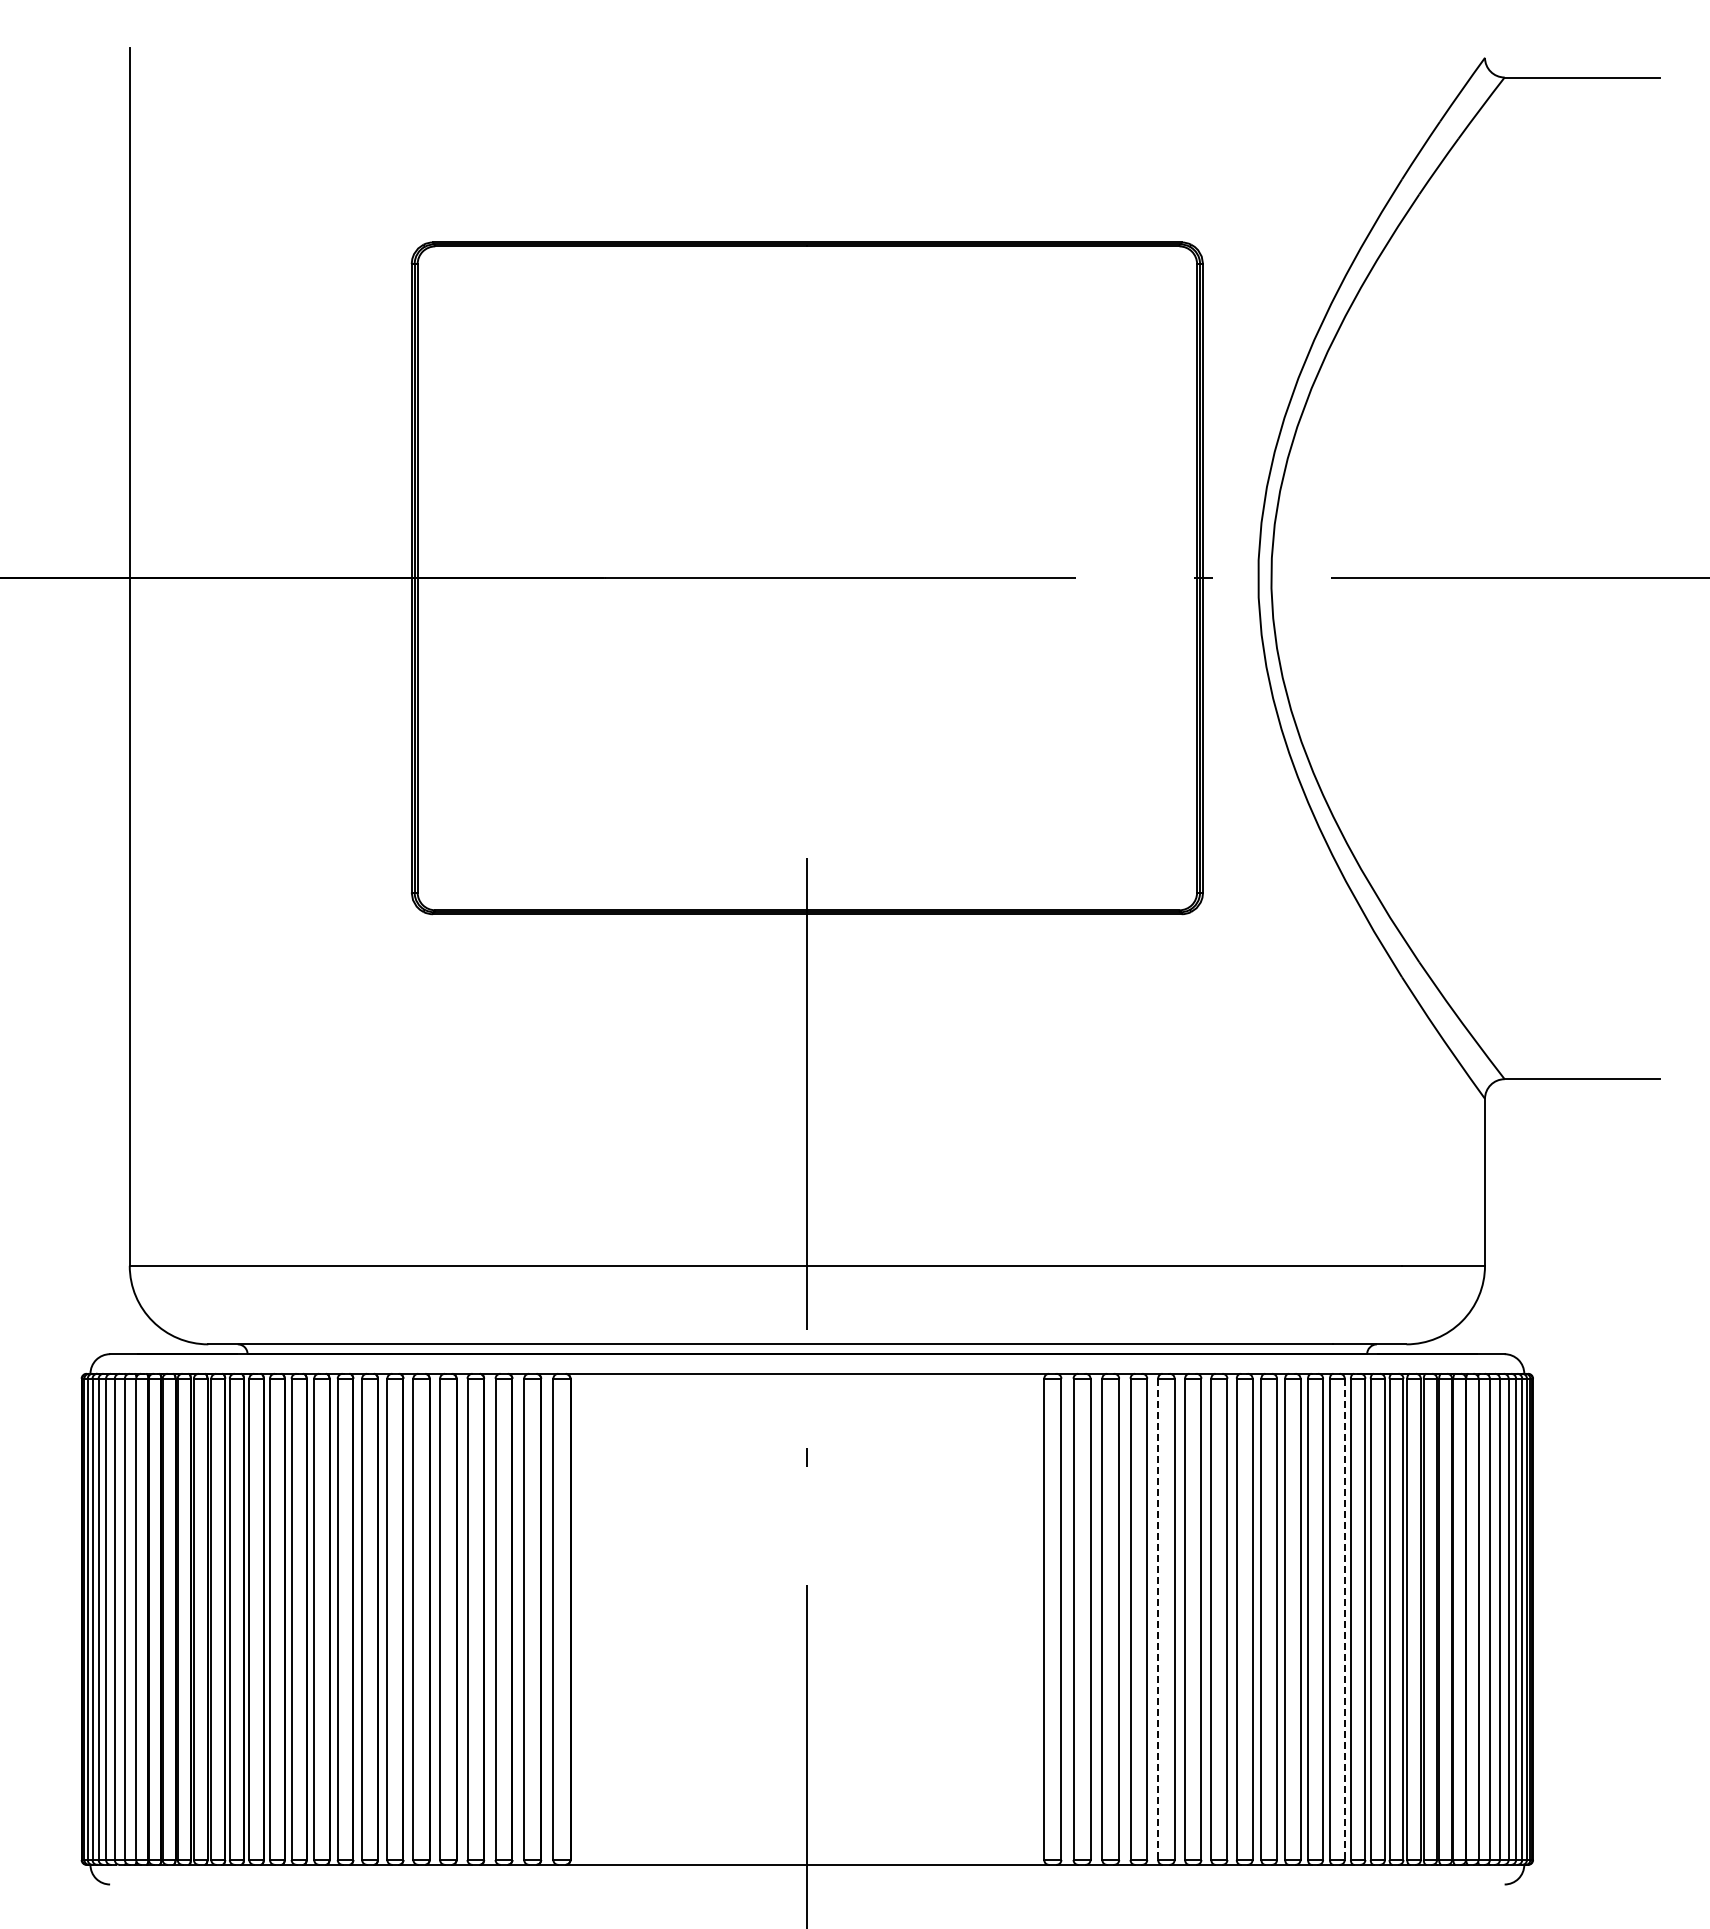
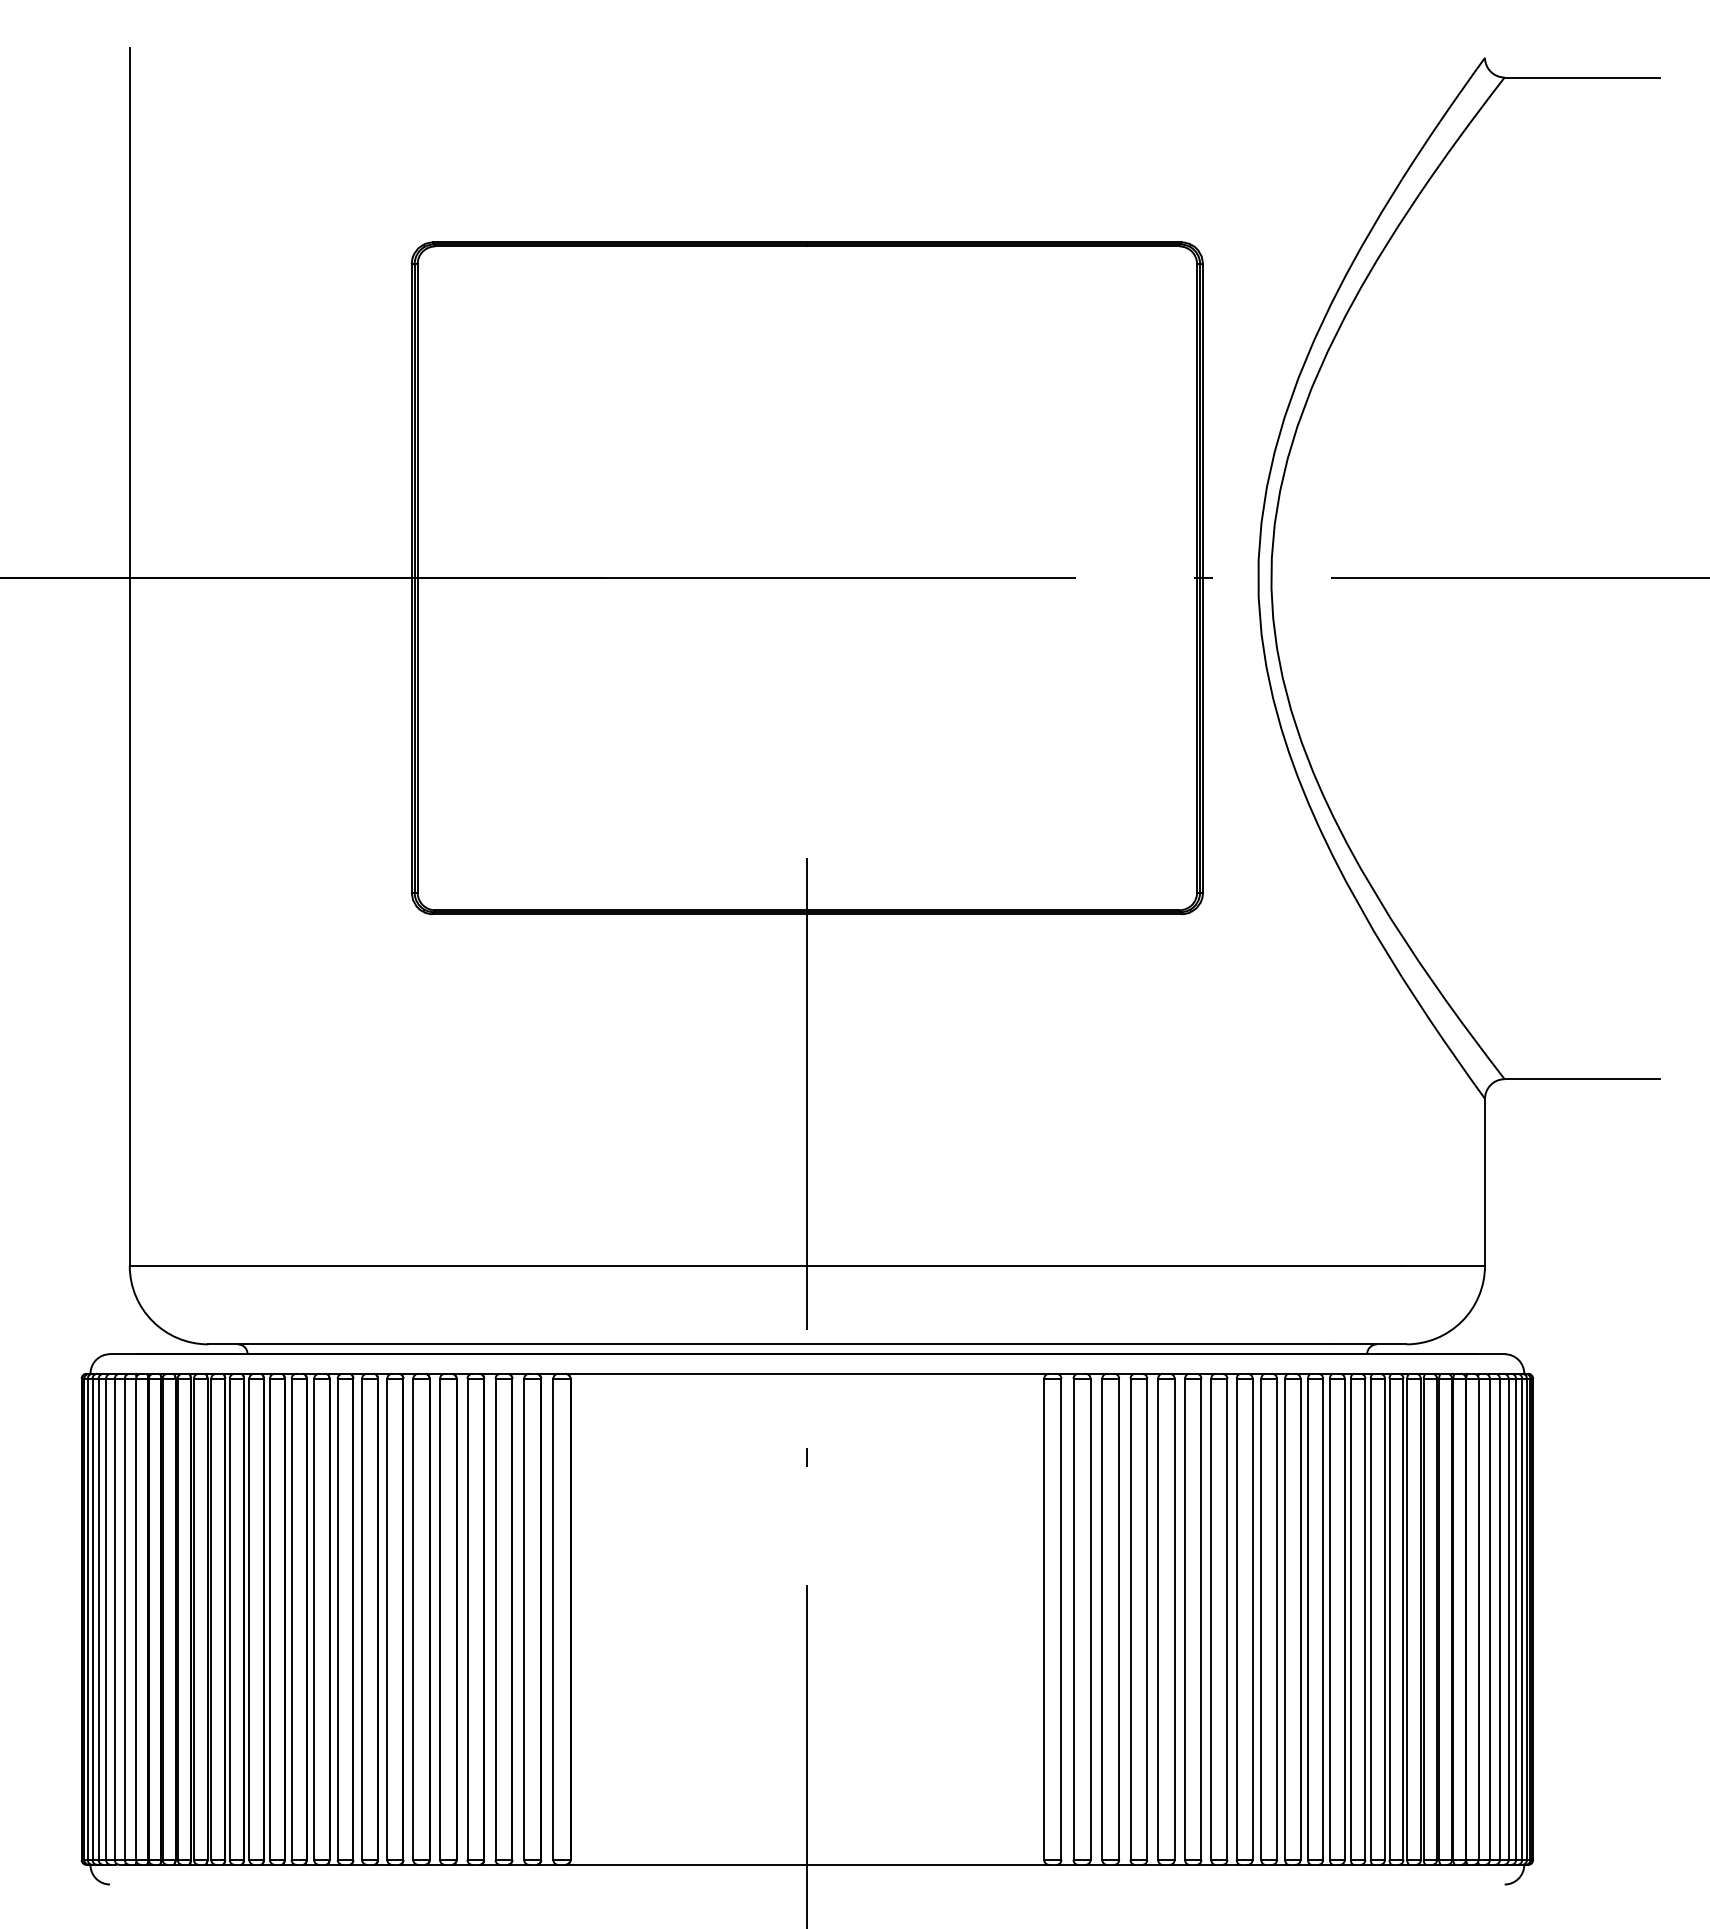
line at (1158, 1619): dashed -> solid
line at (1344, 1619): dashed -> solid
